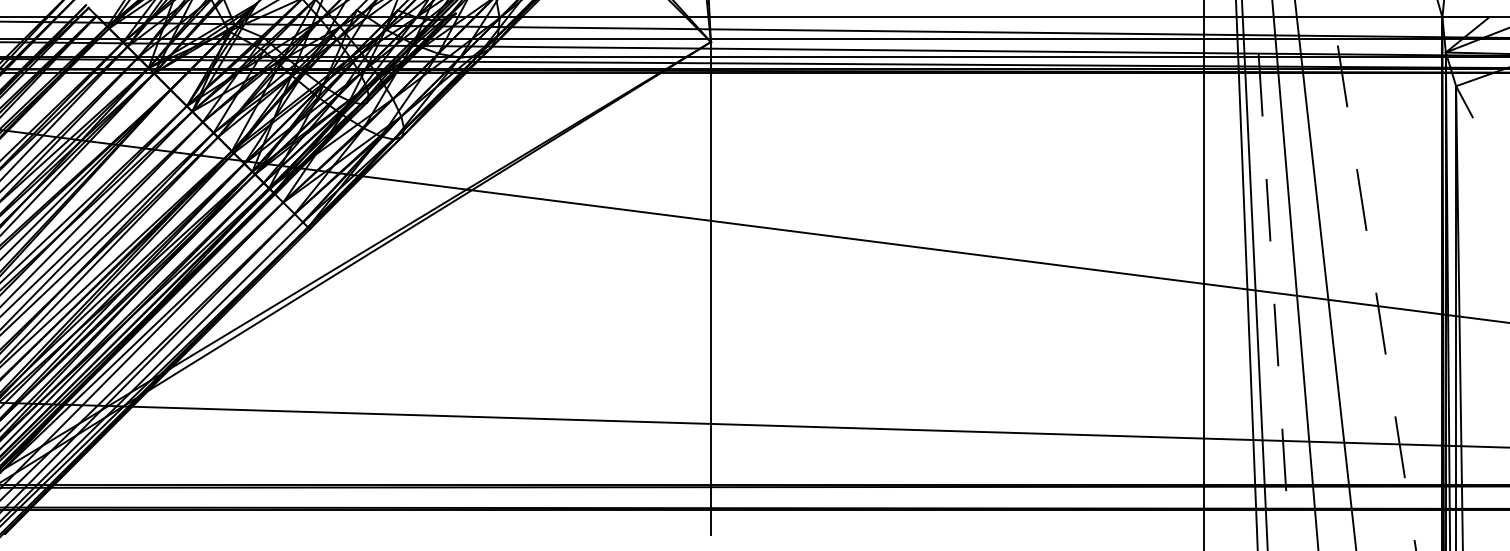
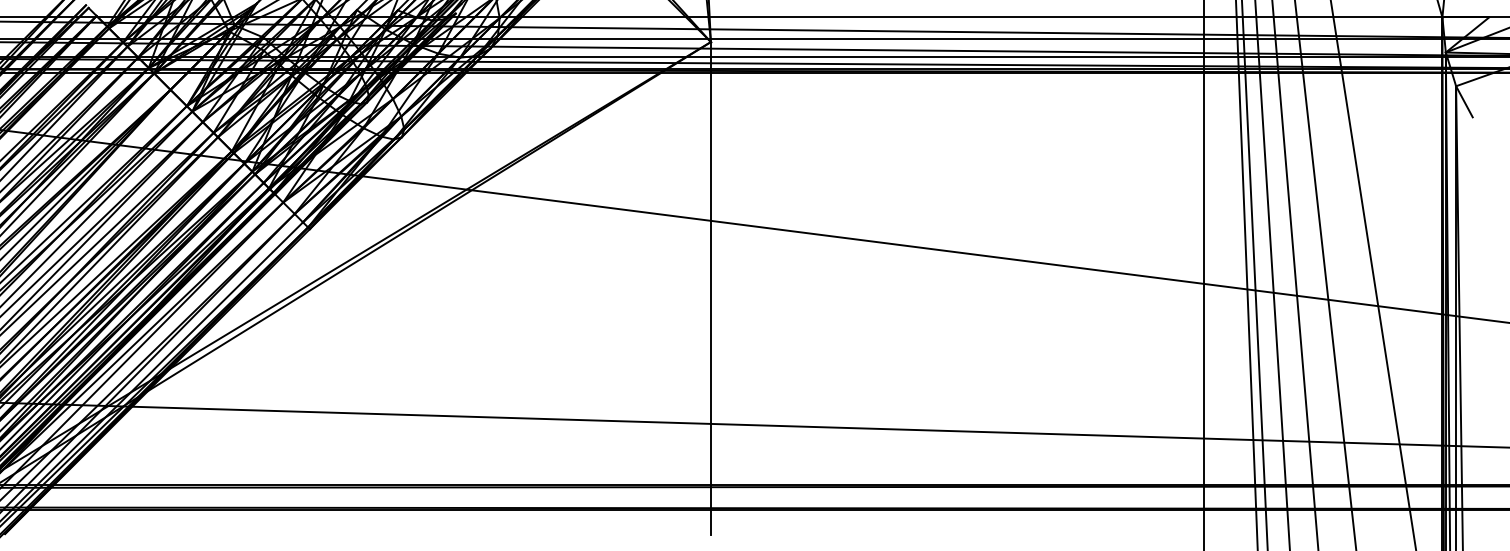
line at (1272, 275): dashed -> solid
line at (1373, 275): dashed -> solid
